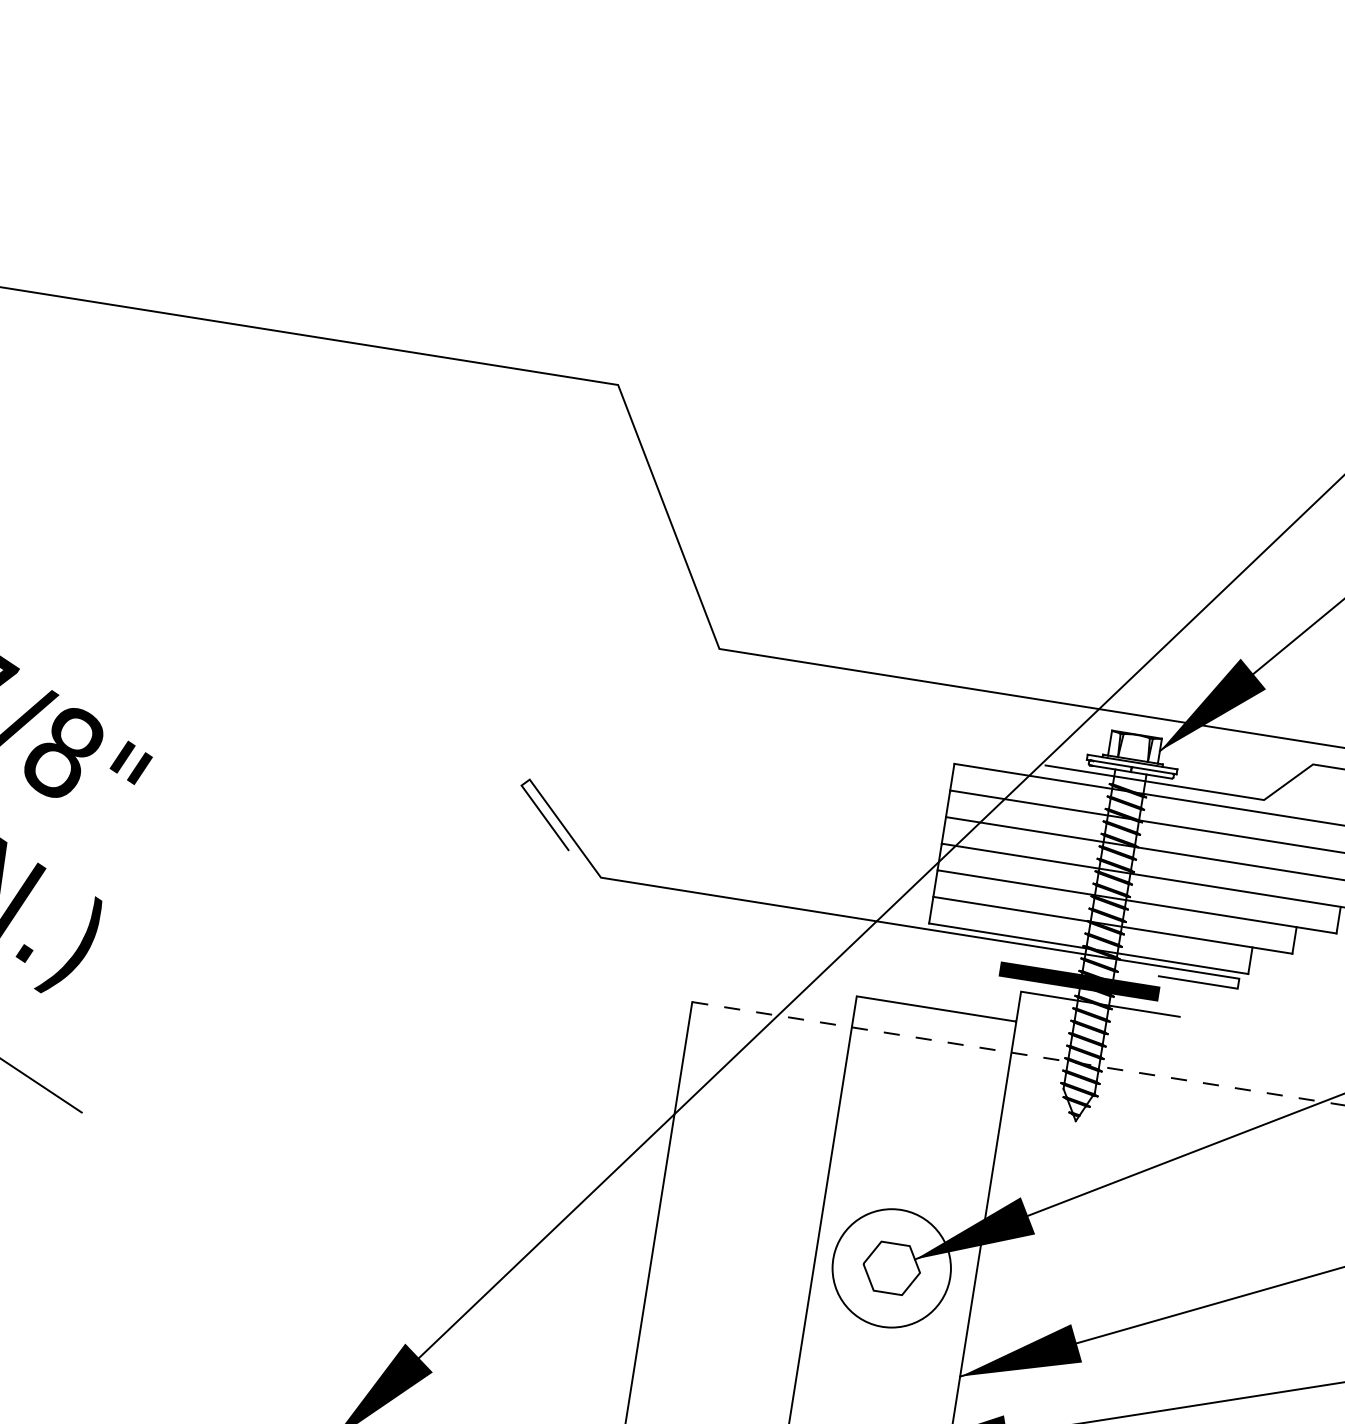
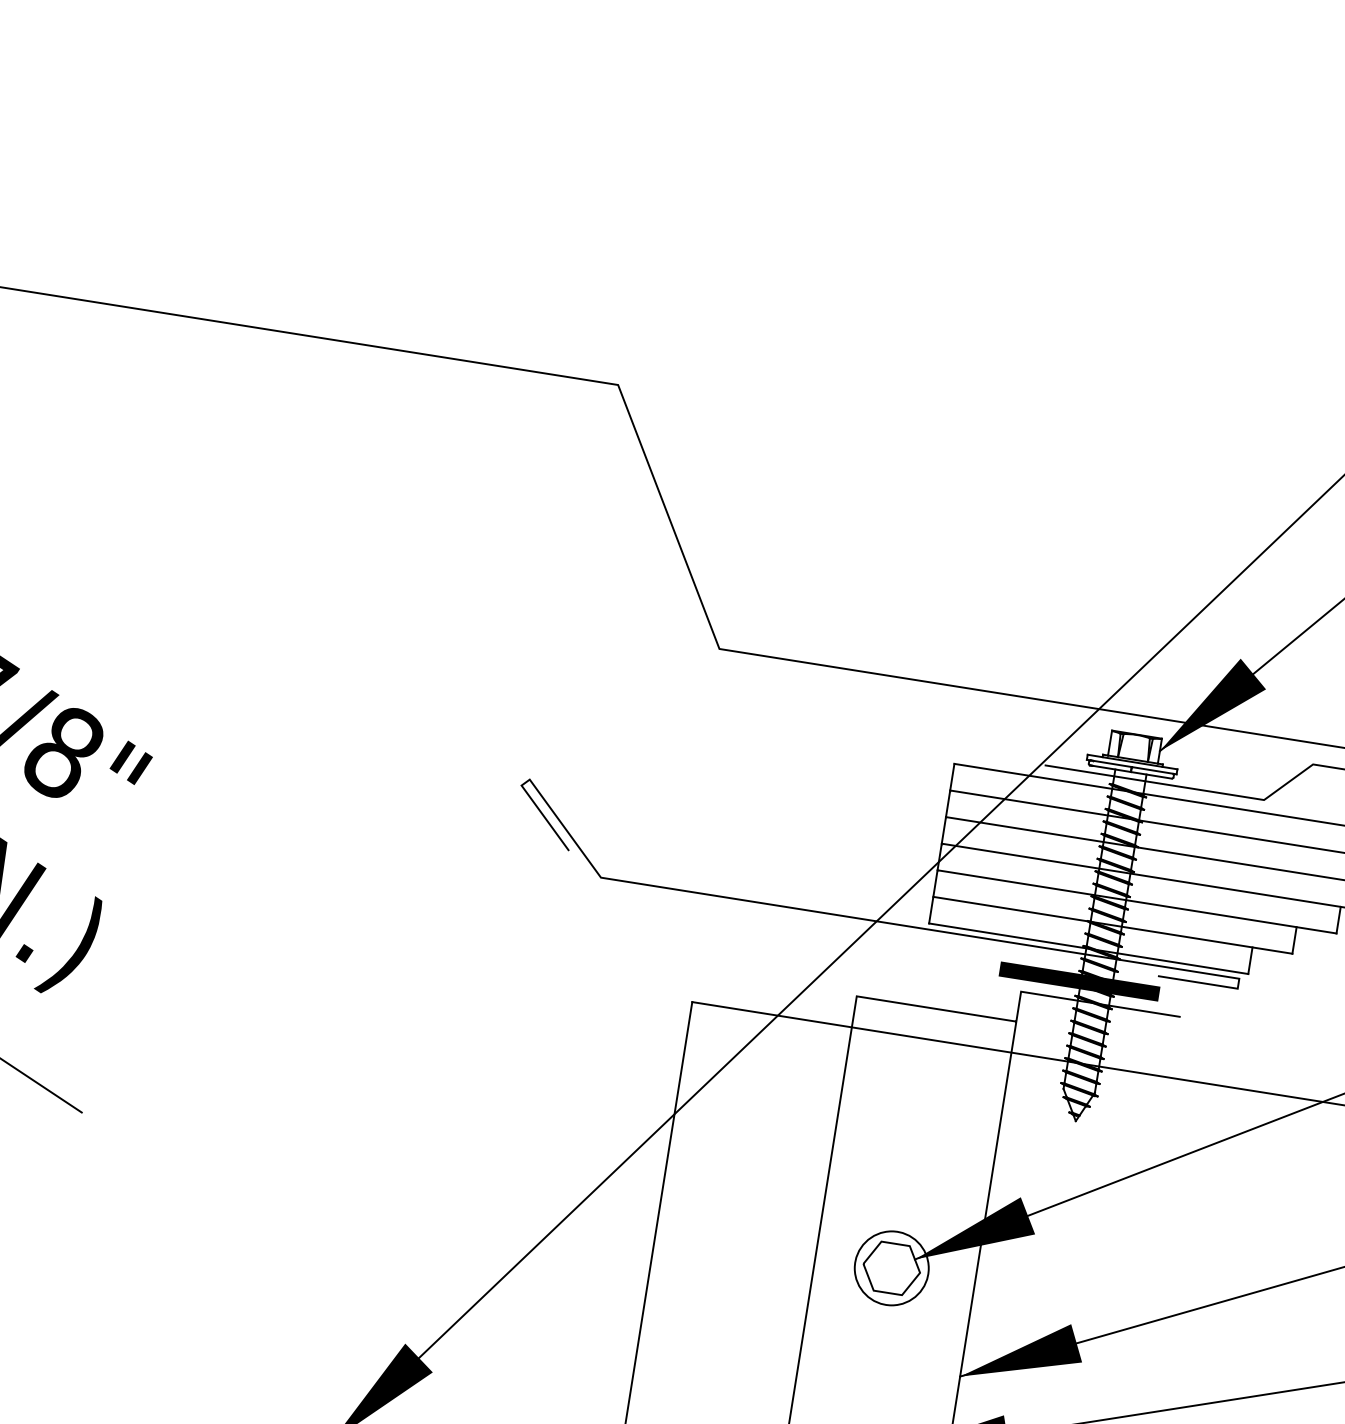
line at (1018, 1053): dashed -> solid
circle at (891, 1268) diameter: 118 px -> 74 px
